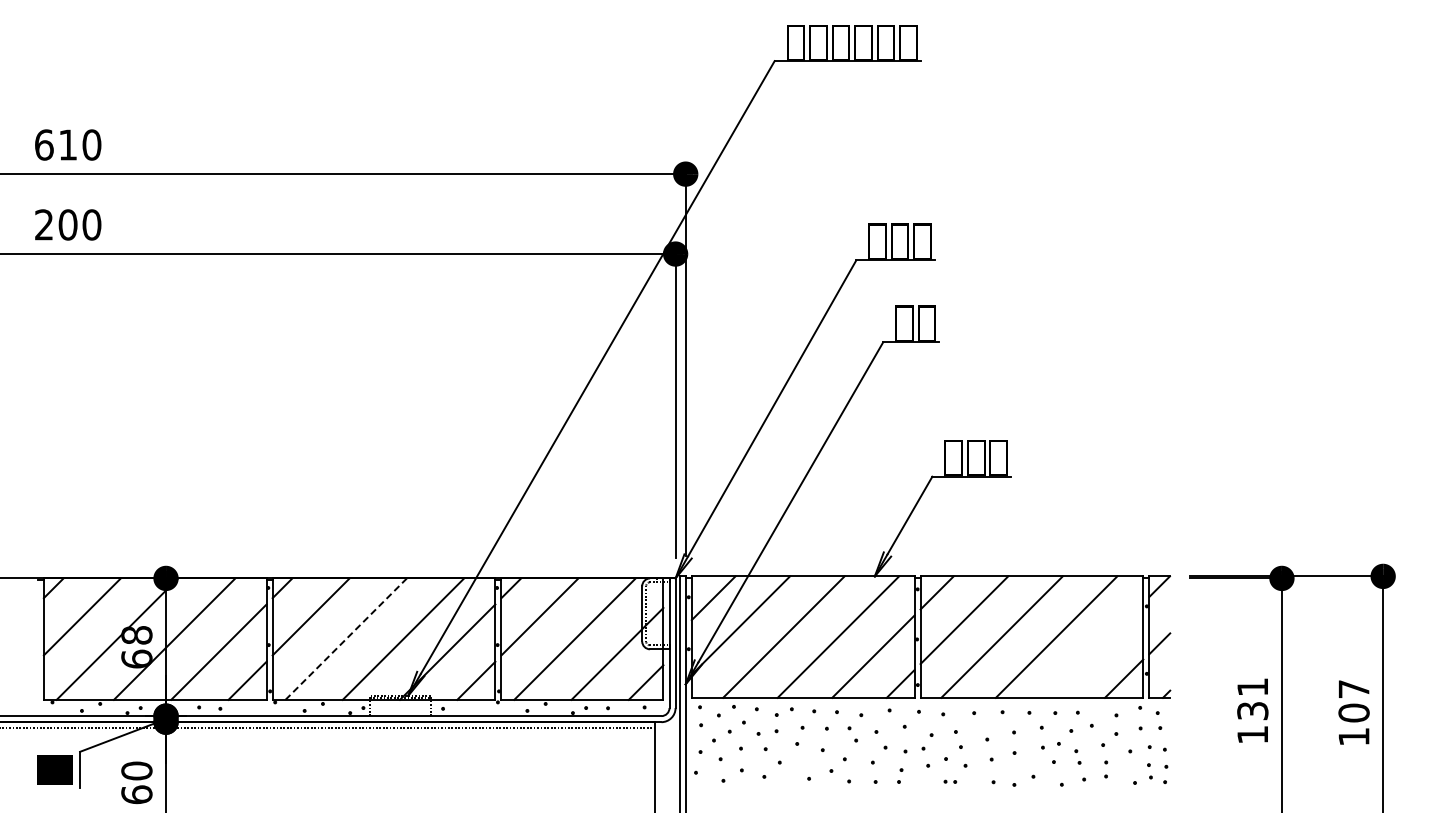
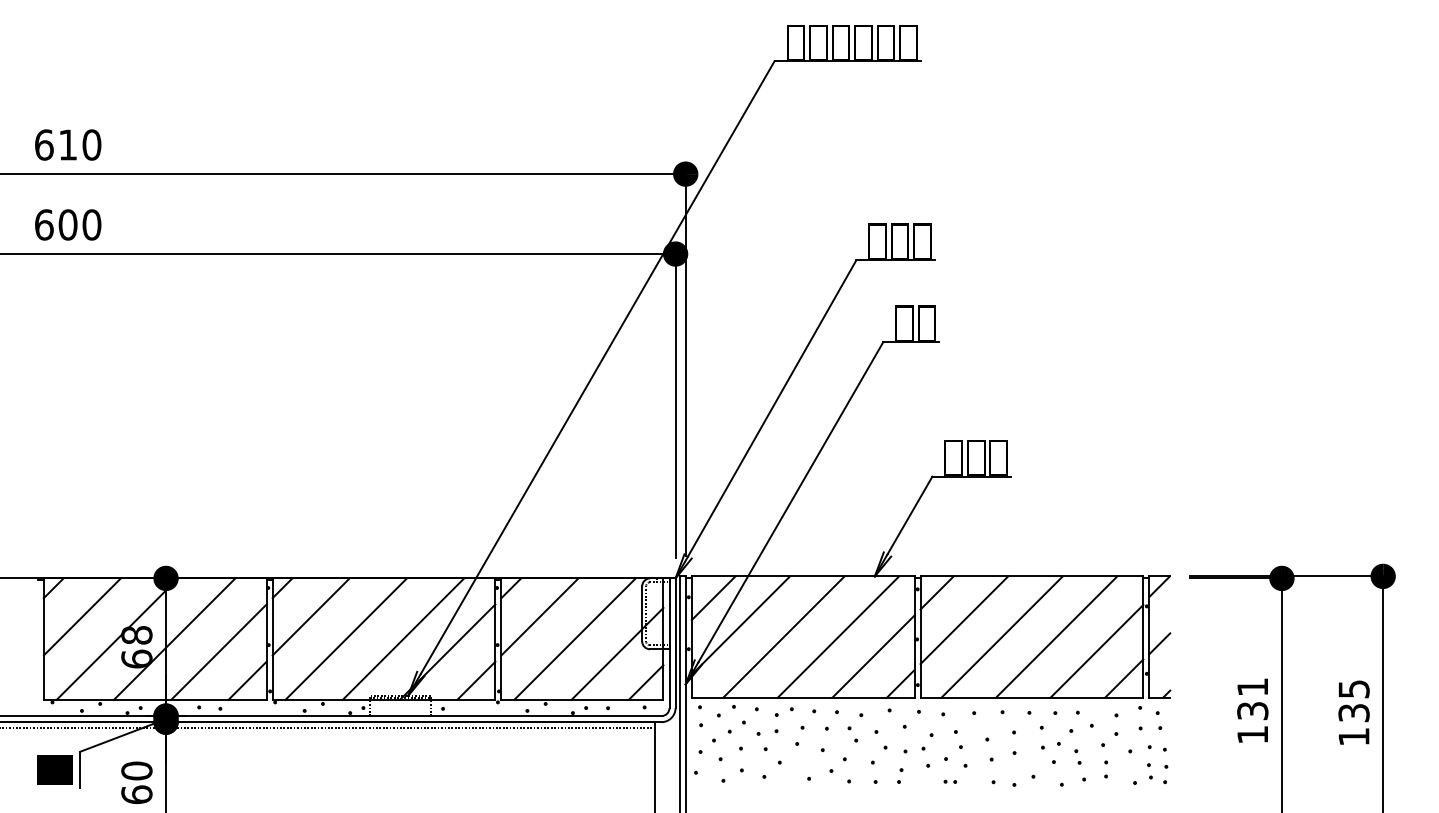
text at (44, 224): 200 -> 600
line at (346, 639): dashed -> solid
line at (1096, 650): none -> present
text at (1353, 701): 107 -> 135
